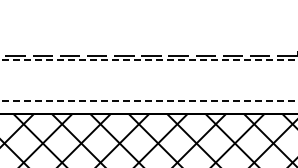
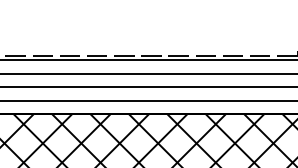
line at (149, 60): dashed -> solid
line at (148, 73): none -> present
line at (148, 87): none -> present
line at (149, 100): dashed -> solid
